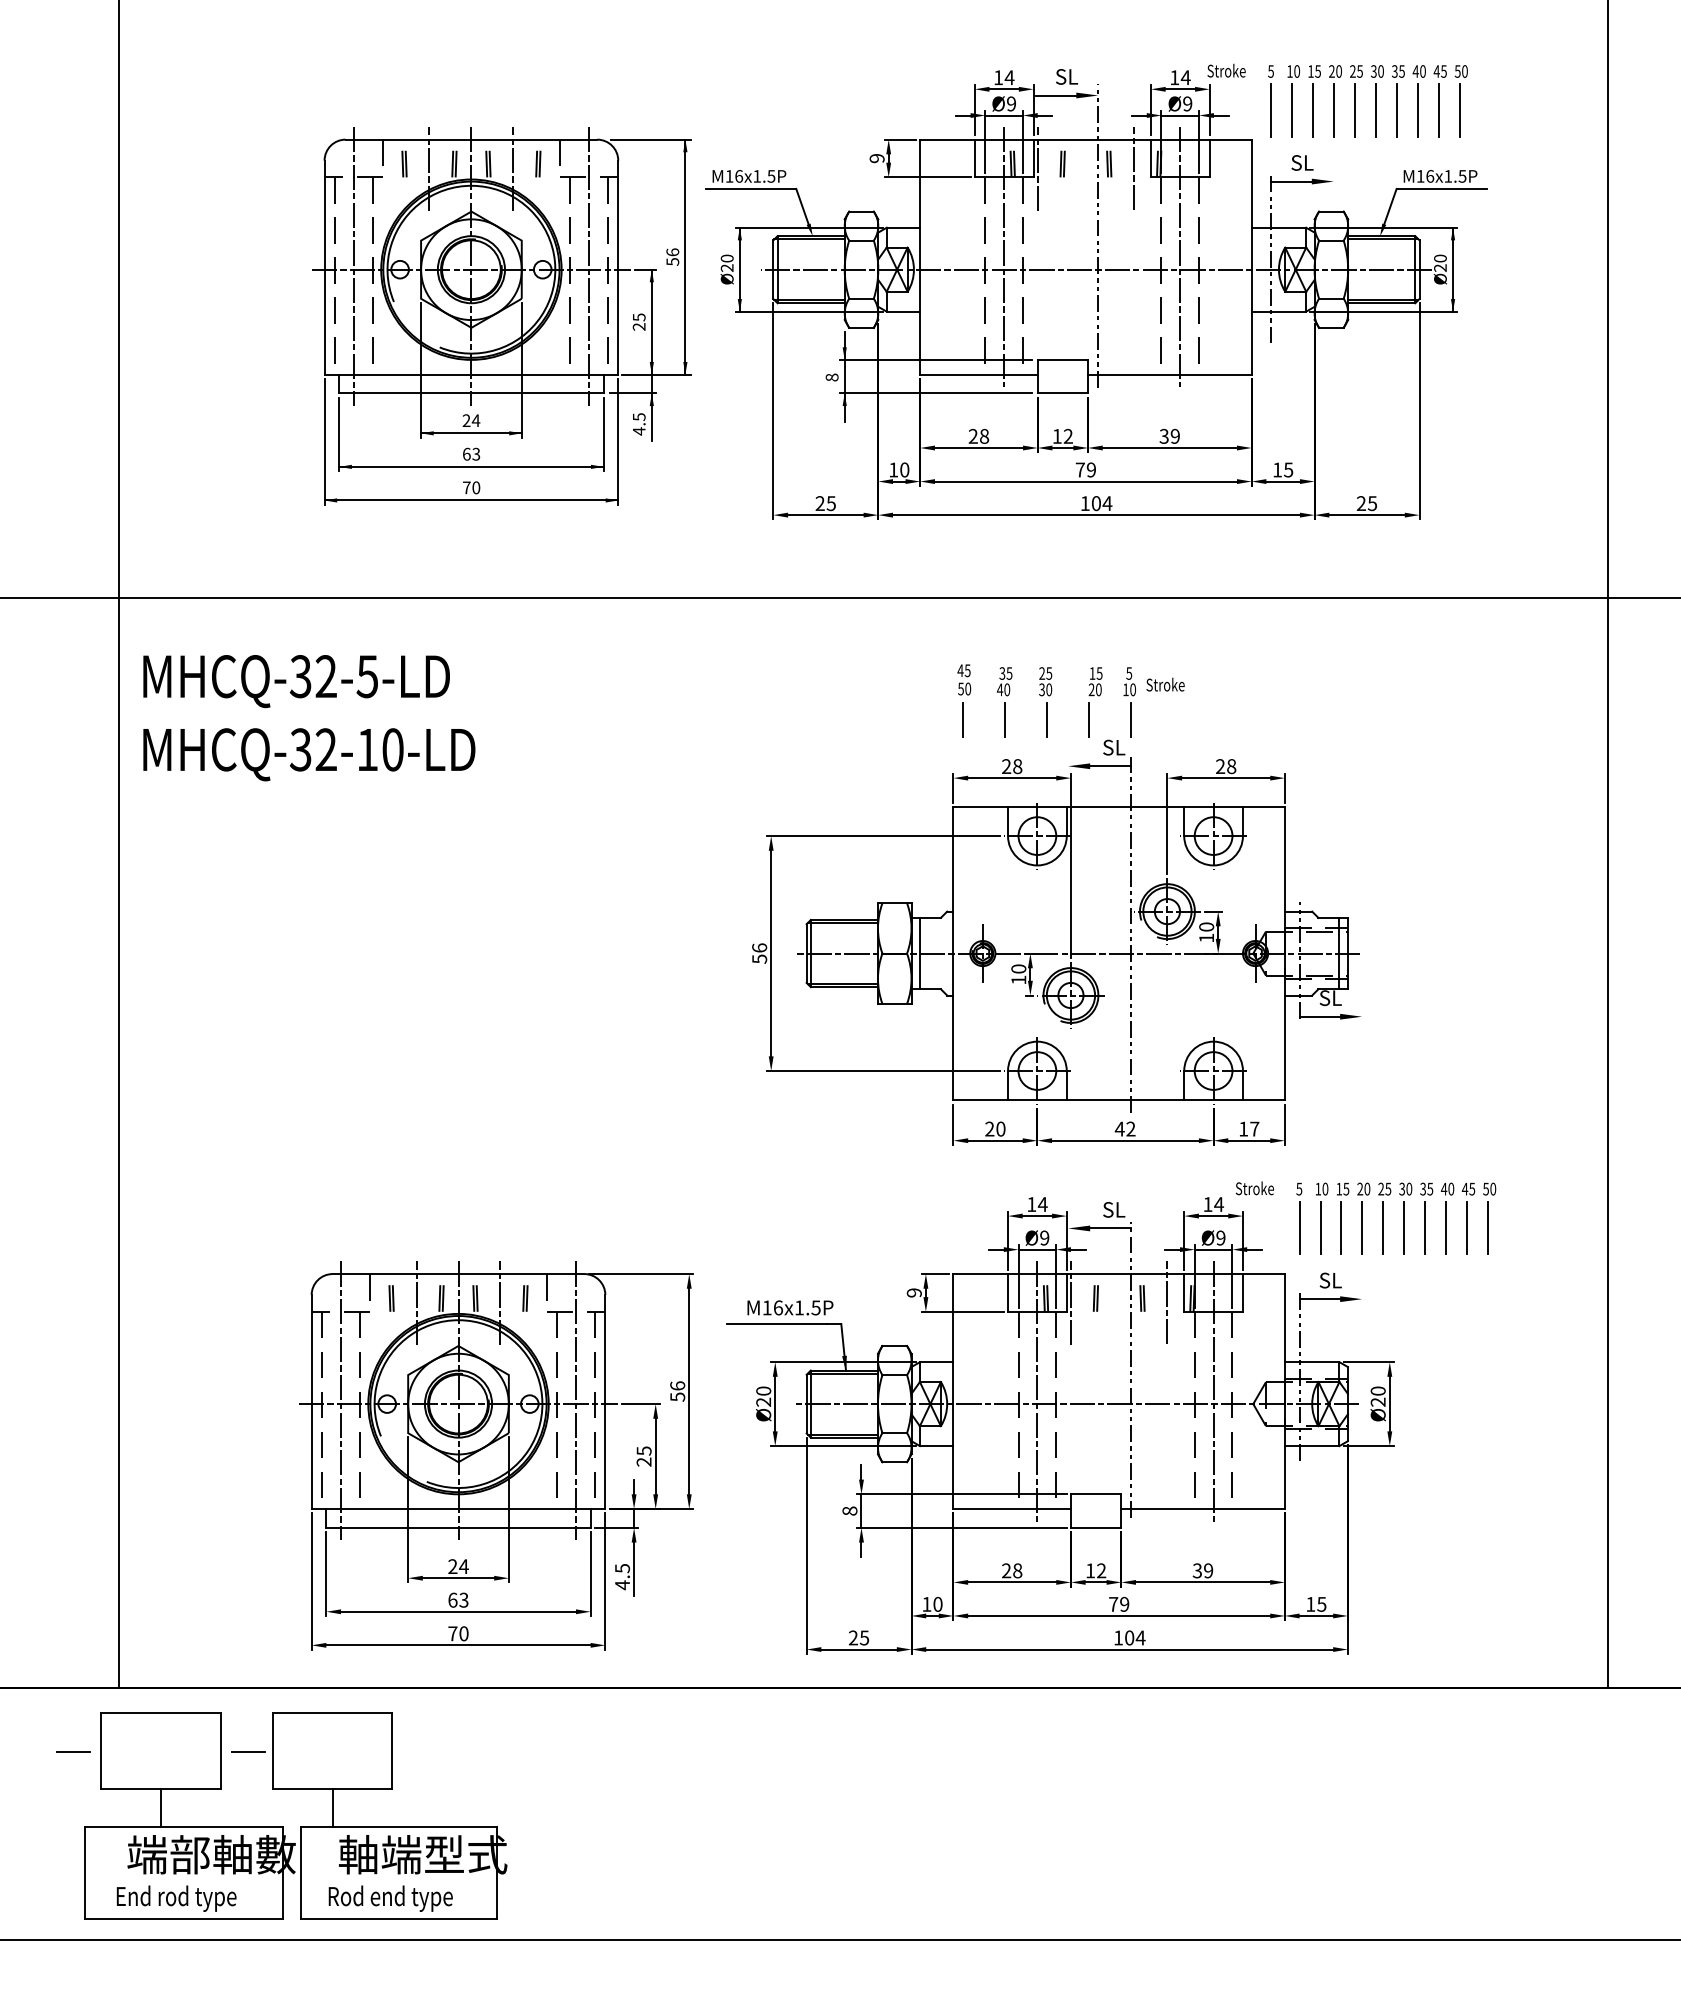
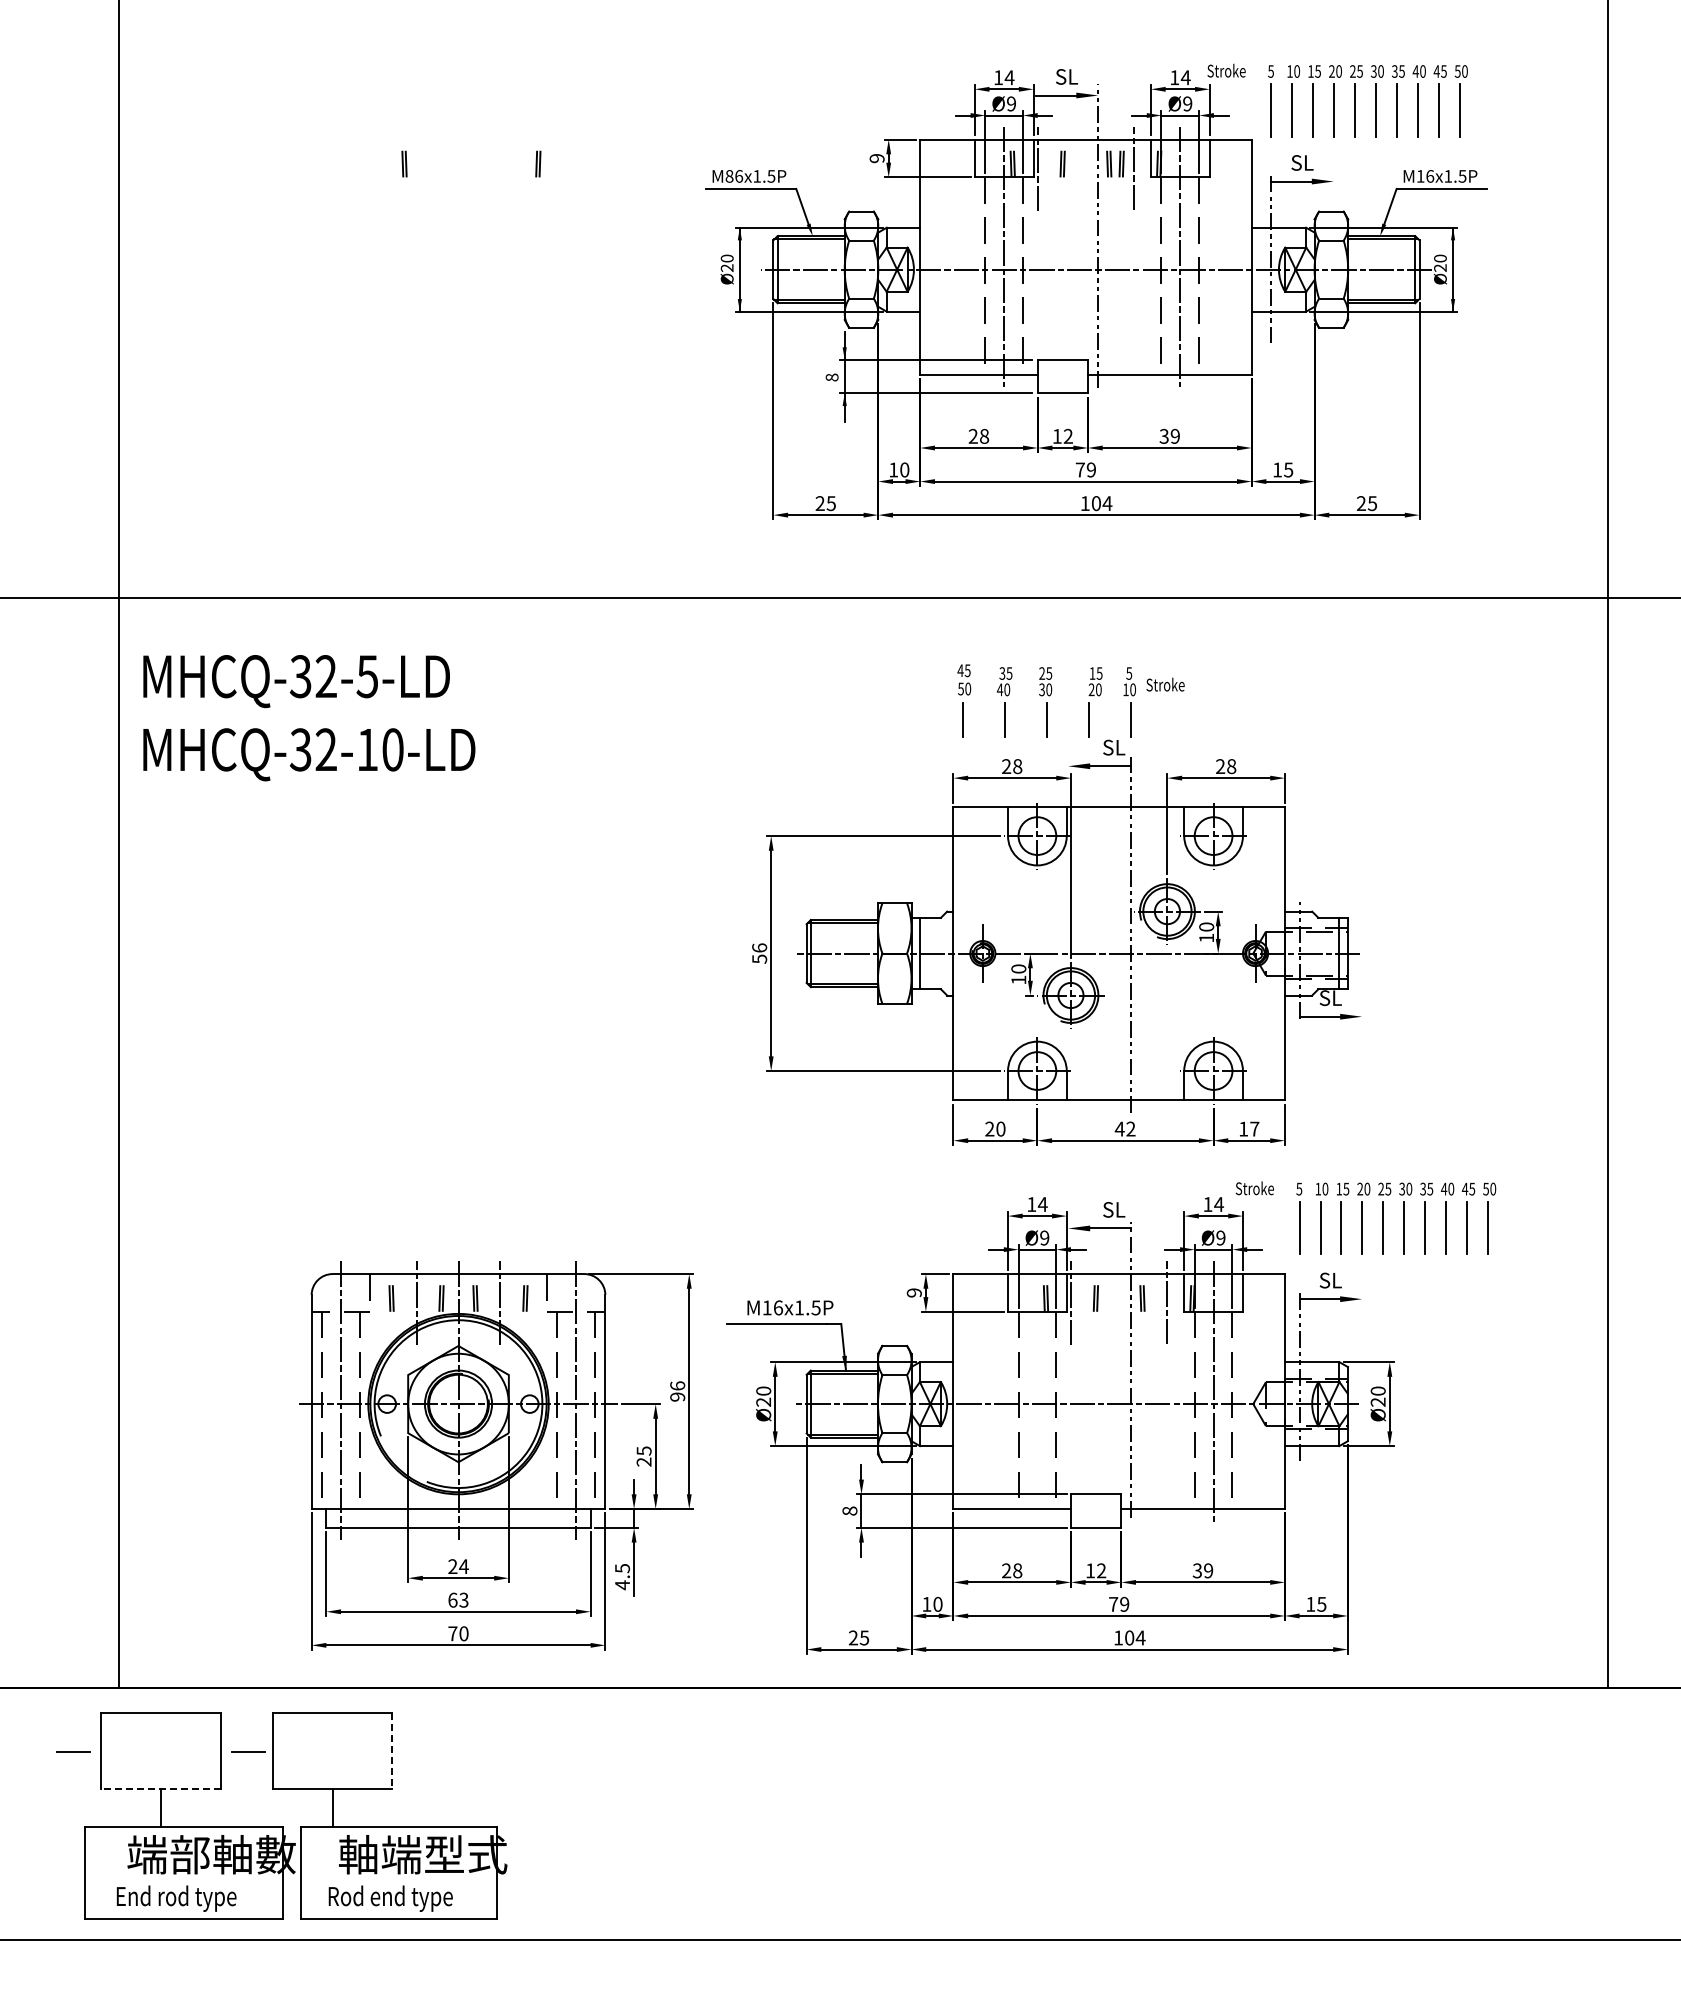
part at (1121, 163): none -> present
text at (729, 176): M16x1.5P -> M86x1.5P
part at (501, 316): present -> none
line at (1037, 1391): present -> none
text at (677, 1396): 56 -> 96
line at (392, 1751): solid -> dashed
line at (161, 1788): solid -> dashed
